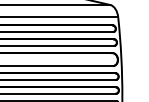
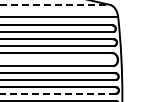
line at (55, 5): solid -> dashed
line at (58, 93): solid -> dashed
